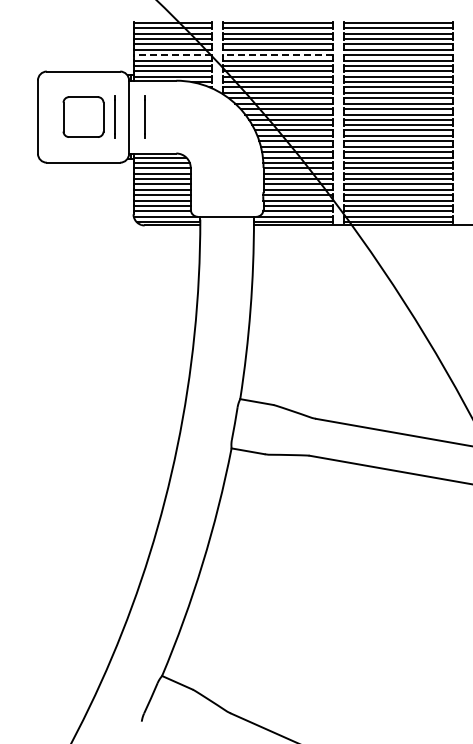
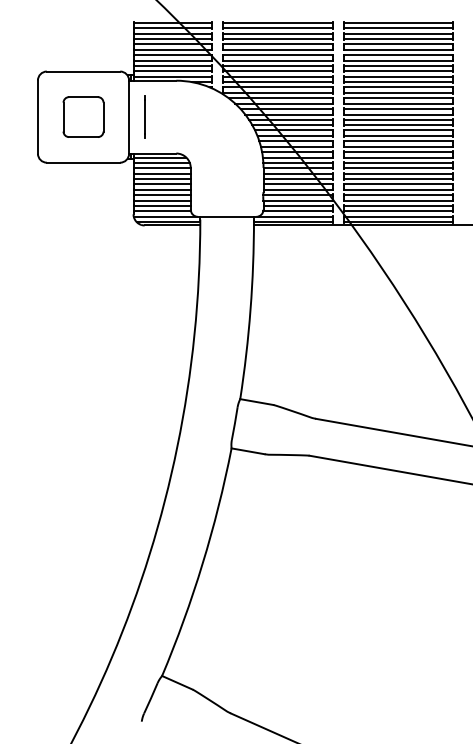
line at (172, 55): dashed -> solid
line at (278, 55): dashed -> solid
line at (114, 116): present -> none
